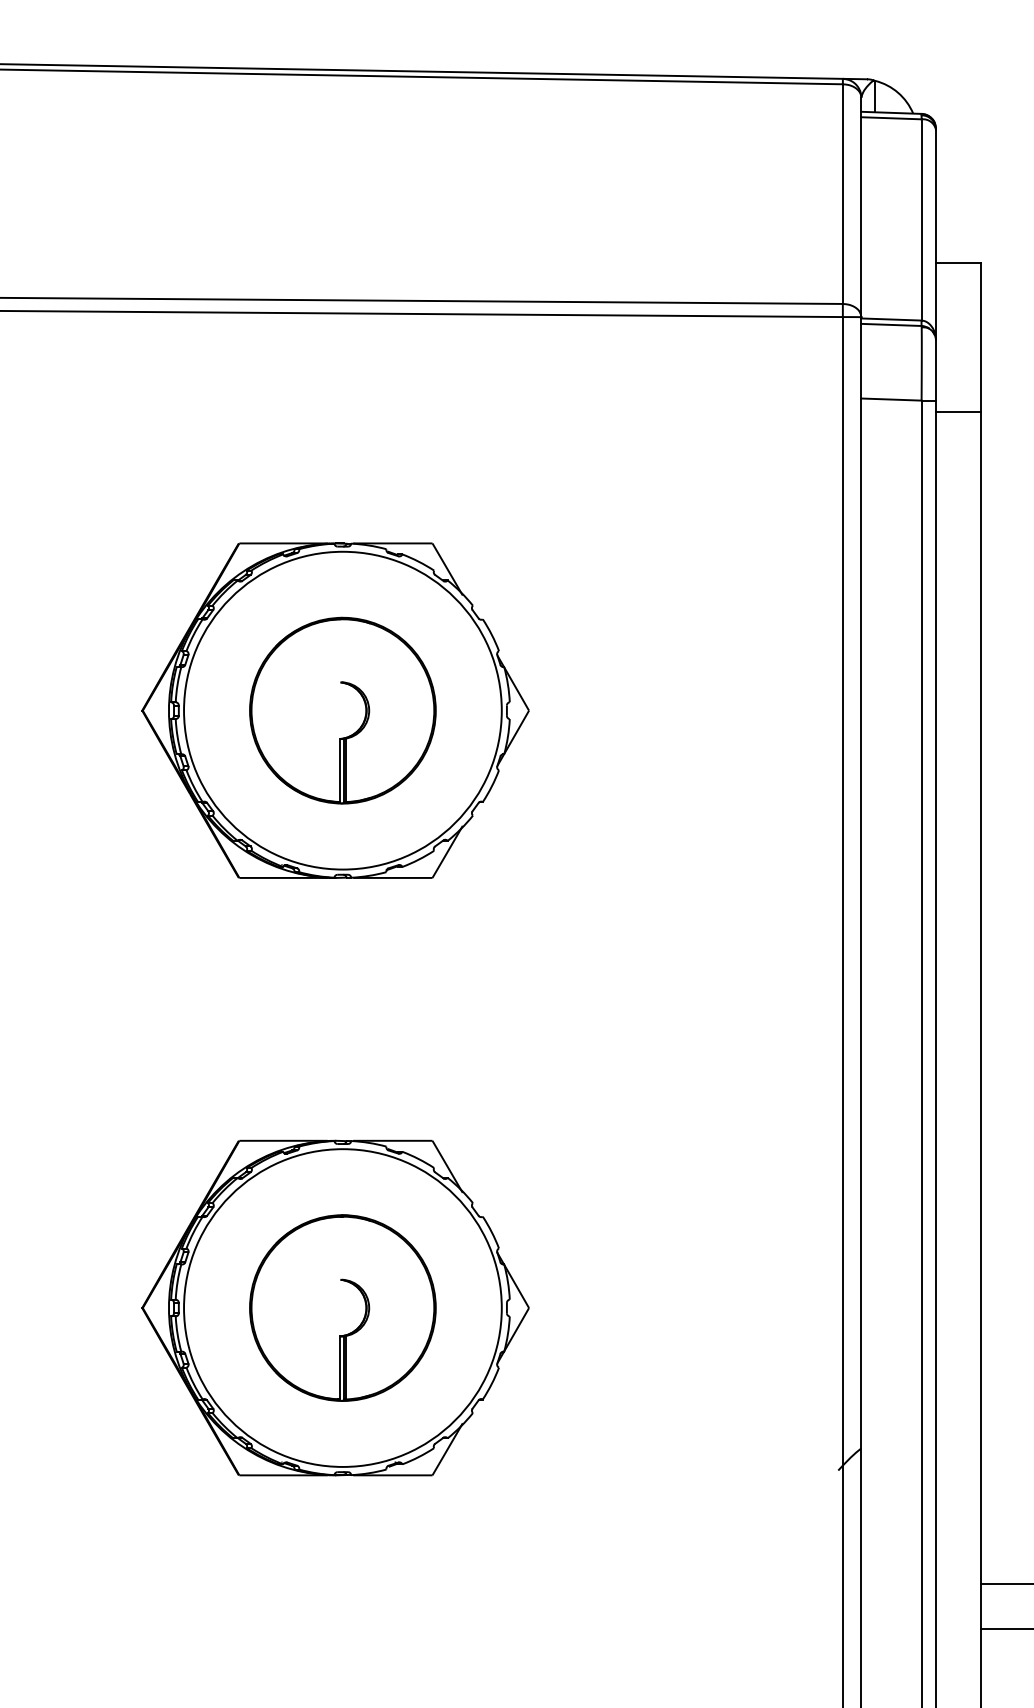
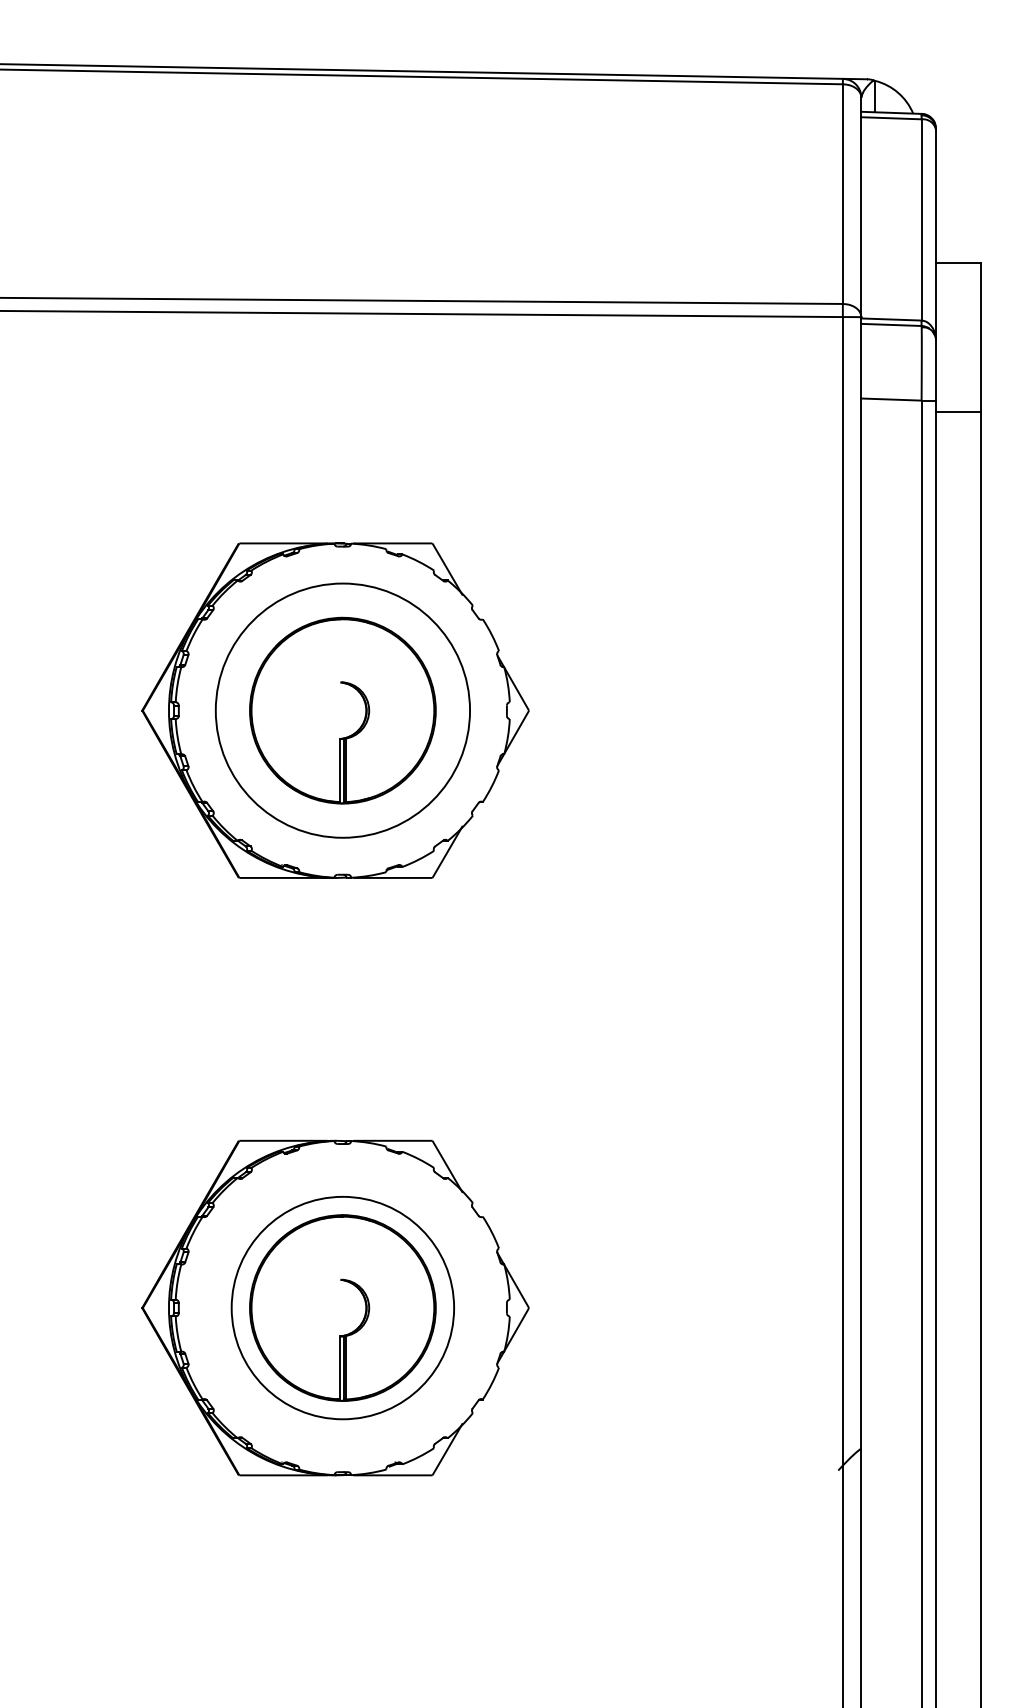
circle at (342, 710) diameter: 318 px -> 254 px
circle at (342, 1307) diameter: 318 px -> 222 px
line at (1005, 1584): present -> none
line at (1005, 1629): present -> none
